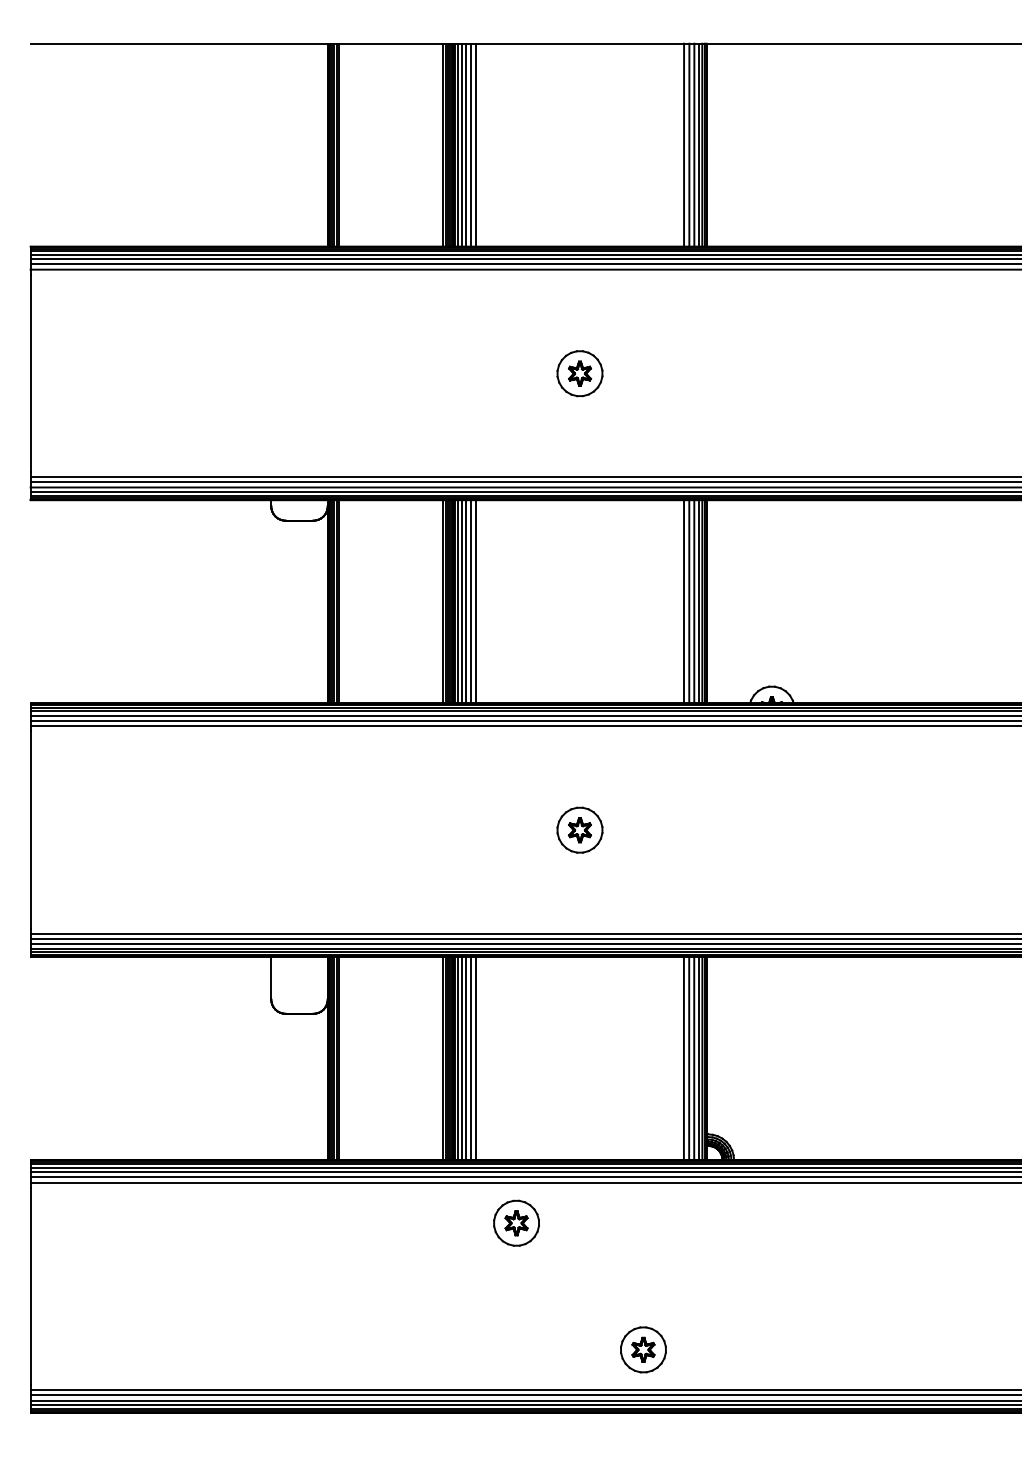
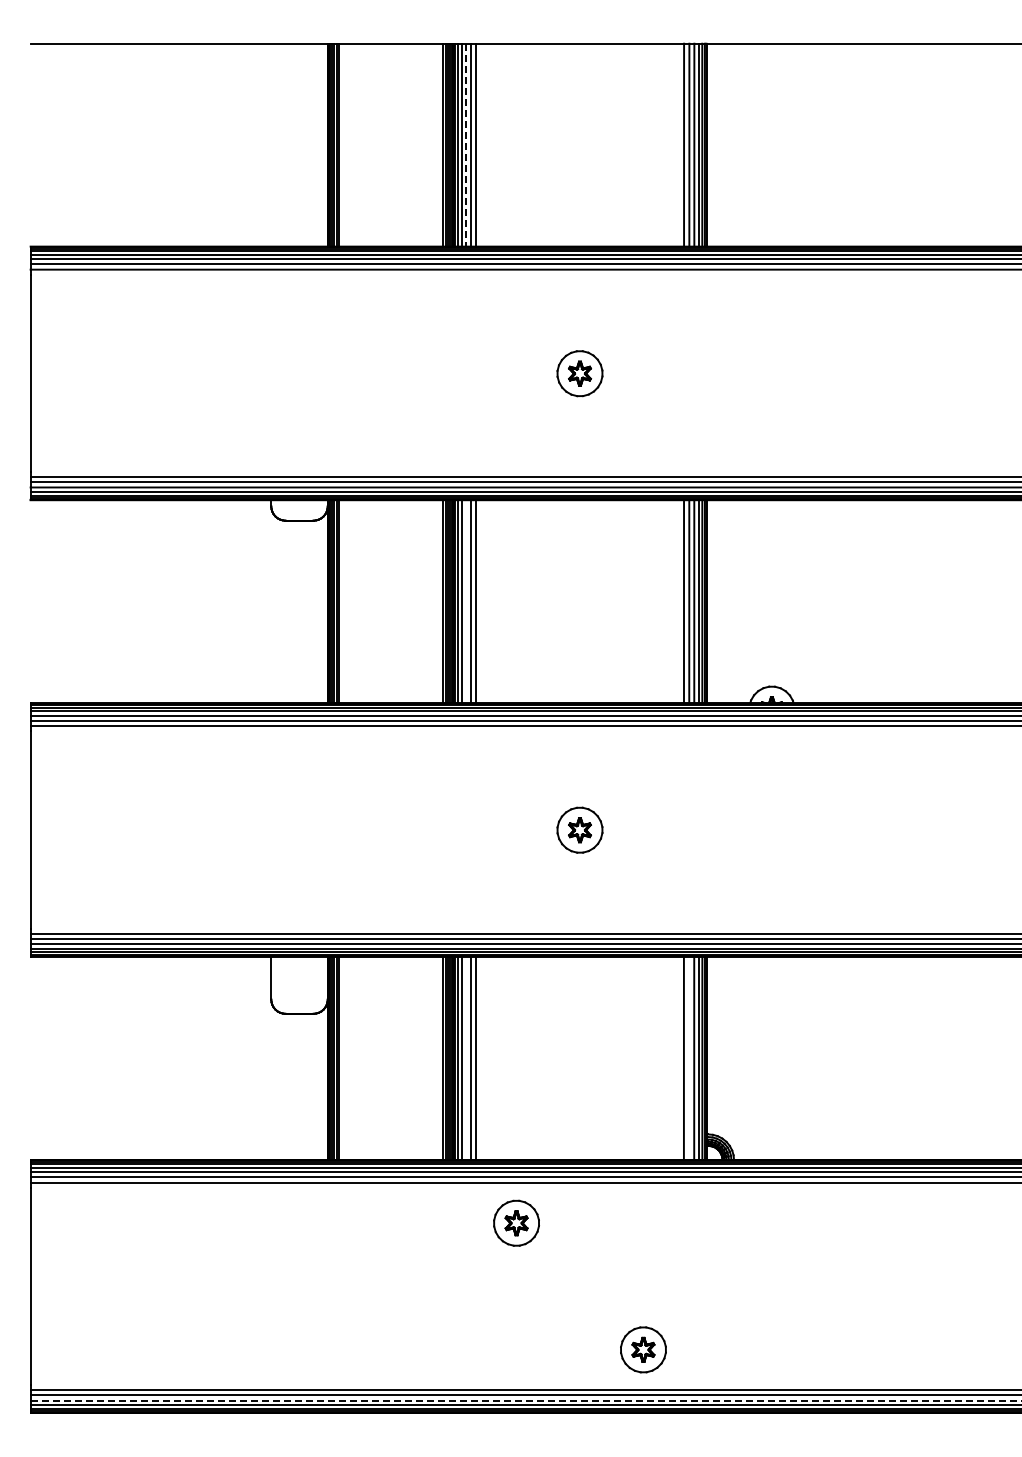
line at (466, 145): solid -> dashed
line at (466, 601): present -> none
line at (466, 1057): present -> none
line at (689, 1057): present -> none
line at (526, 1400): solid -> dashed
